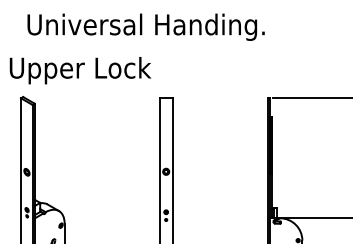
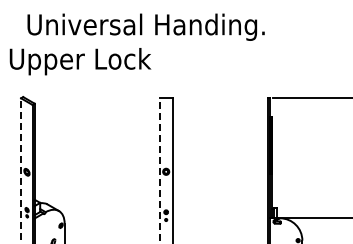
text at (80, 70) position: (80, 70) -> (80, 61)
line at (21, 170): solid -> dashed
line at (159, 170): solid -> dashed
